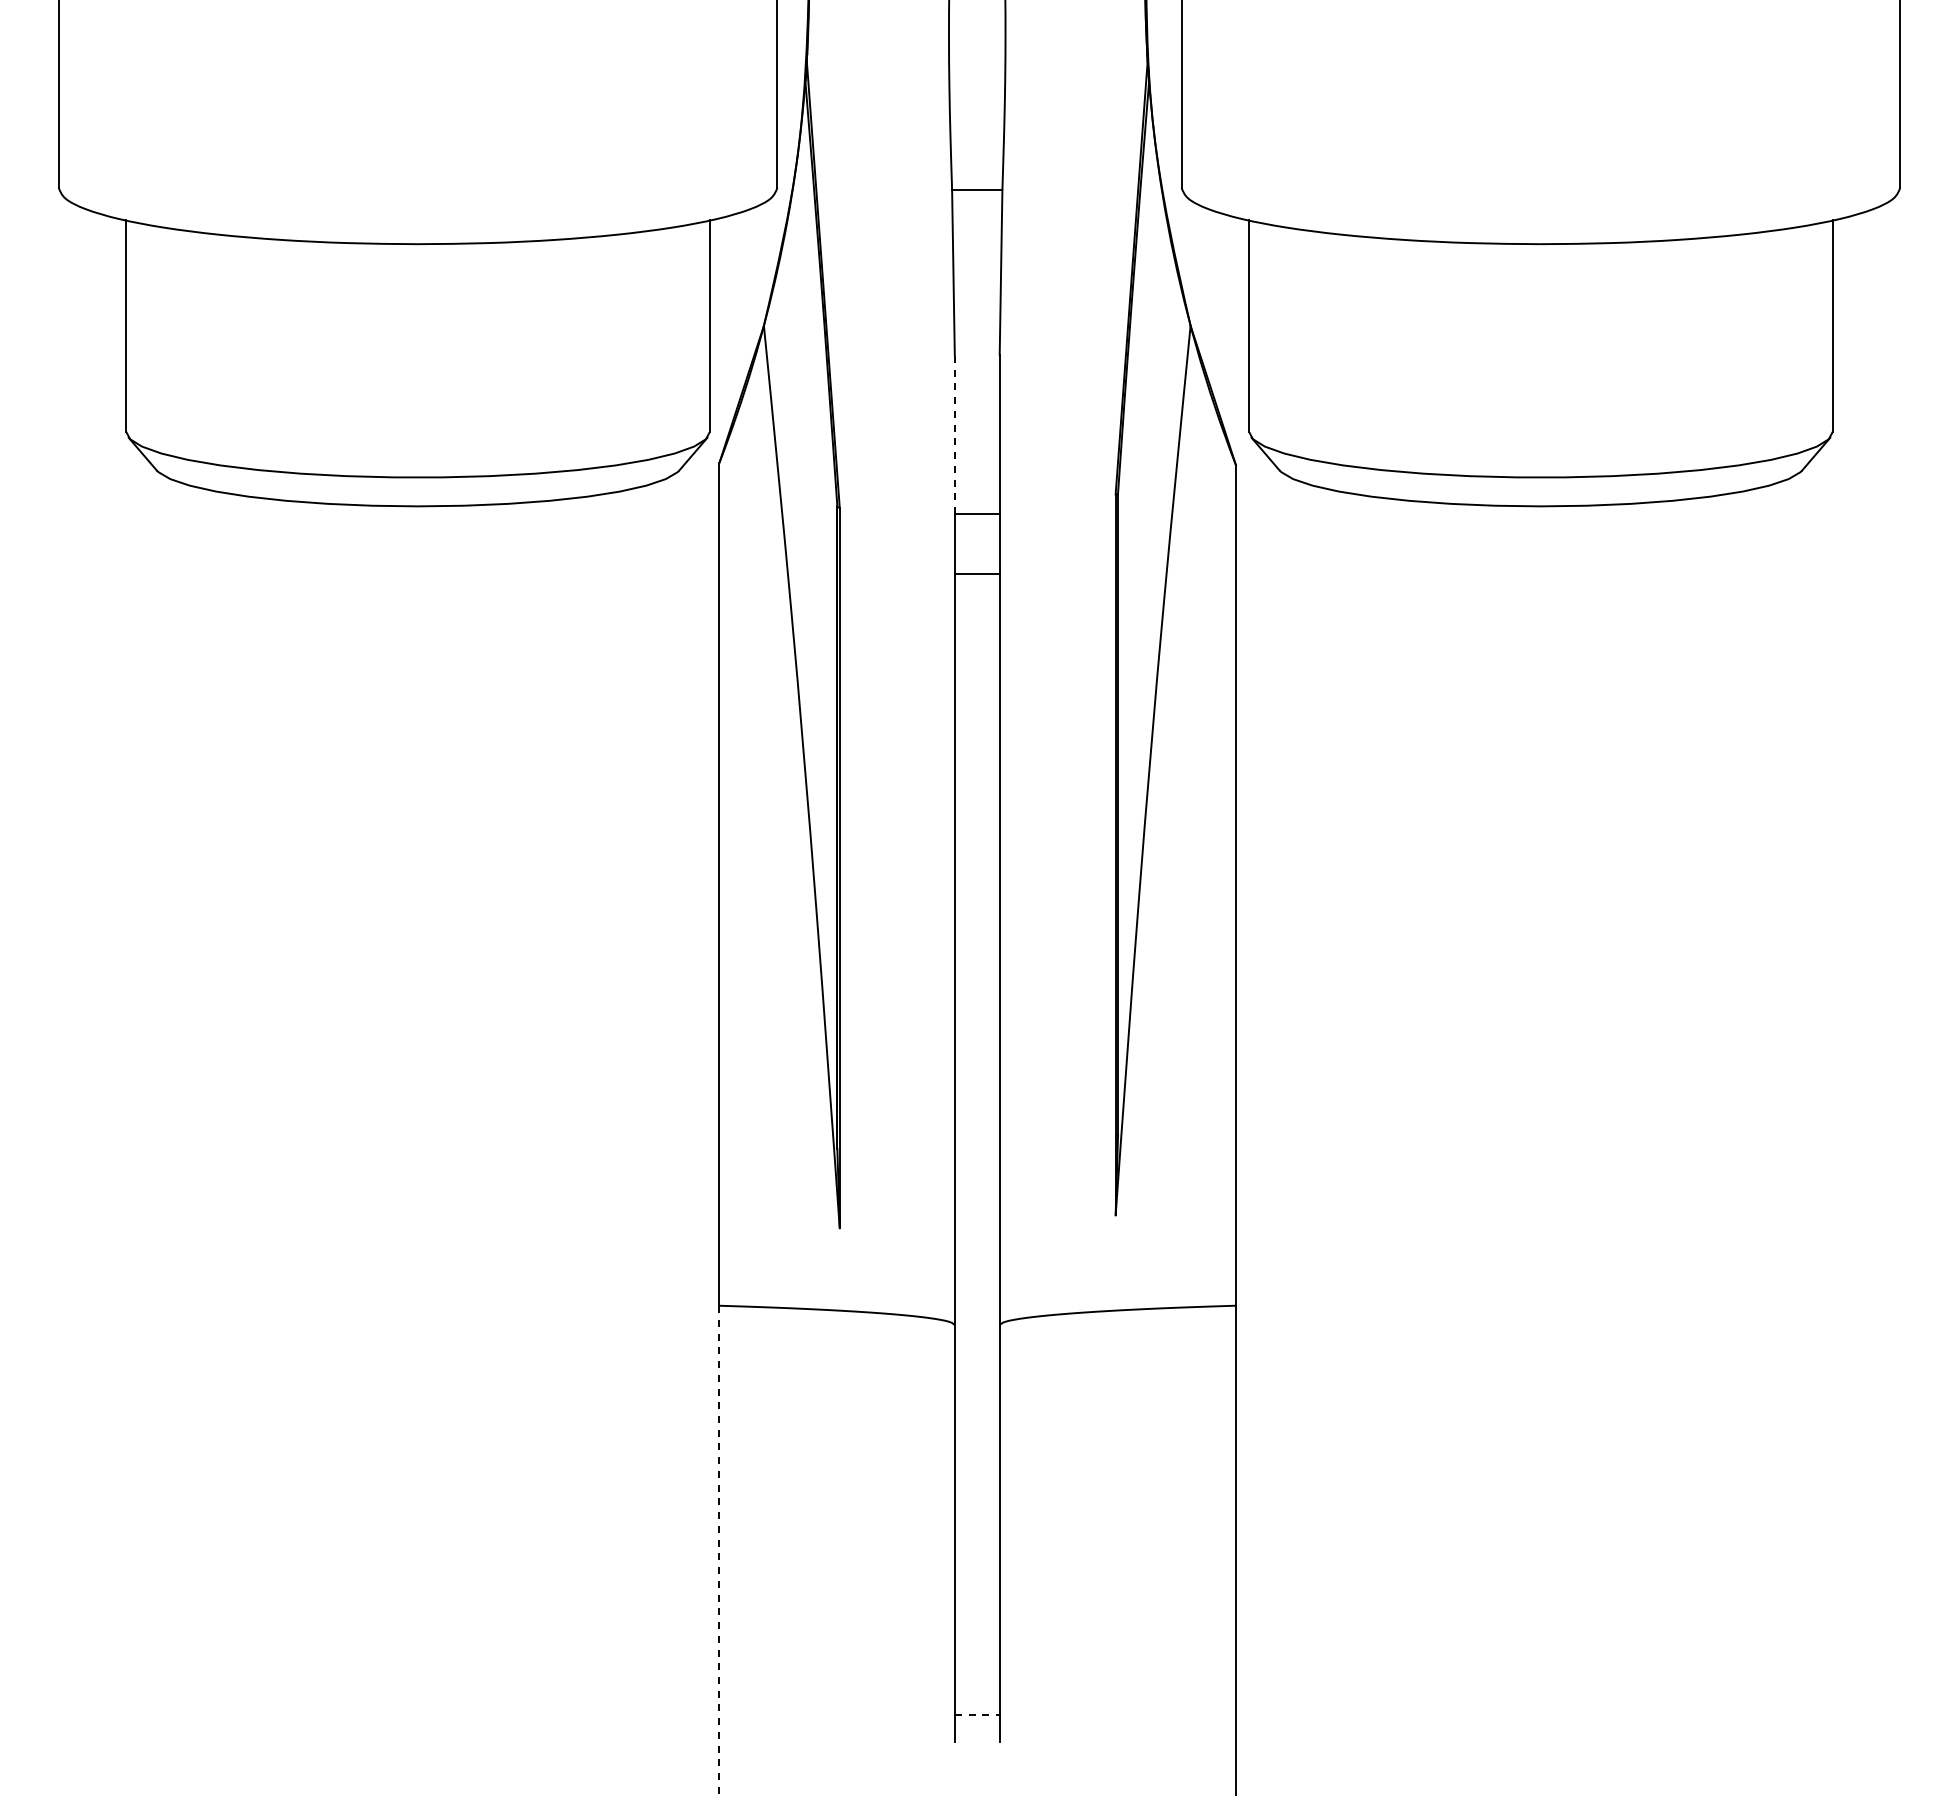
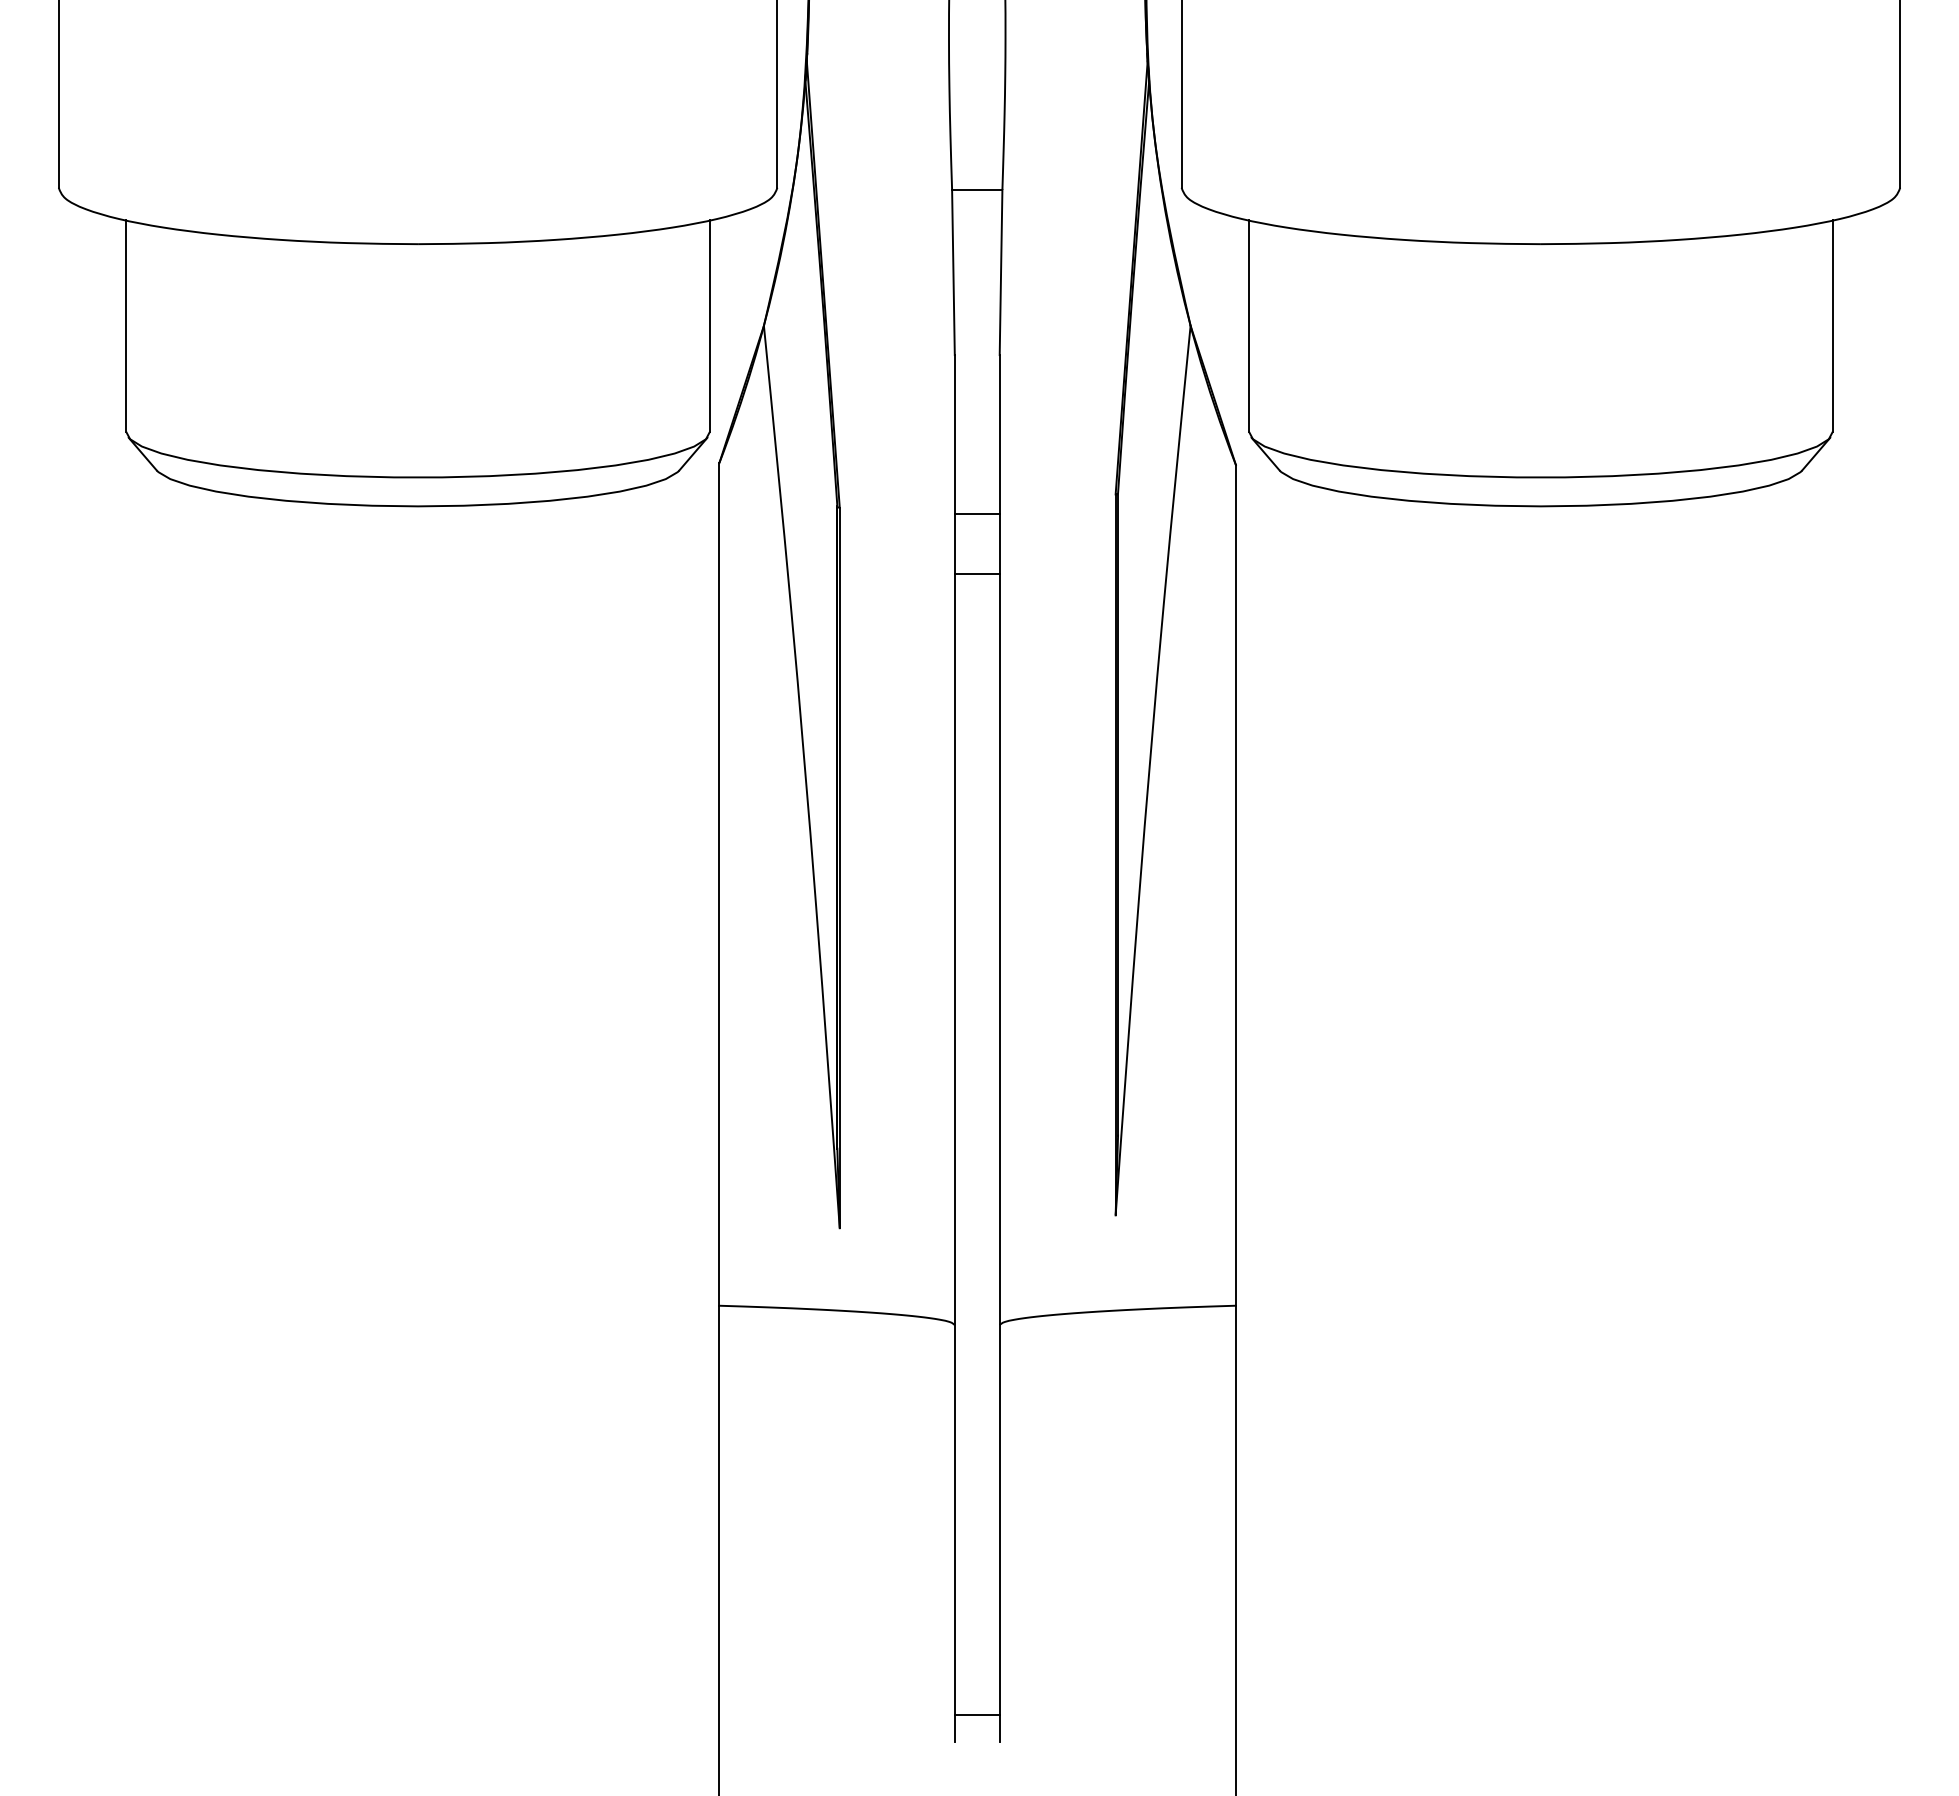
line at (954, 434): dashed -> solid
line at (719, 1550): dashed -> solid
line at (977, 1714): dashed -> solid
